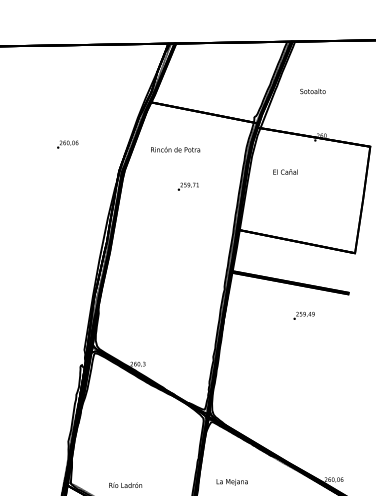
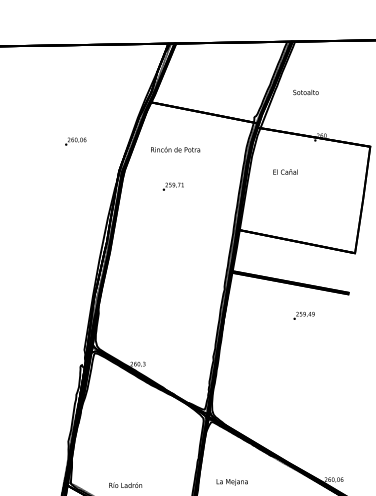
text at (312, 91) position: (312, 91) -> (305, 92)
text at (67, 144) position: (67, 144) -> (75, 141)
text at (187, 186) position: (187, 186) -> (172, 186)
